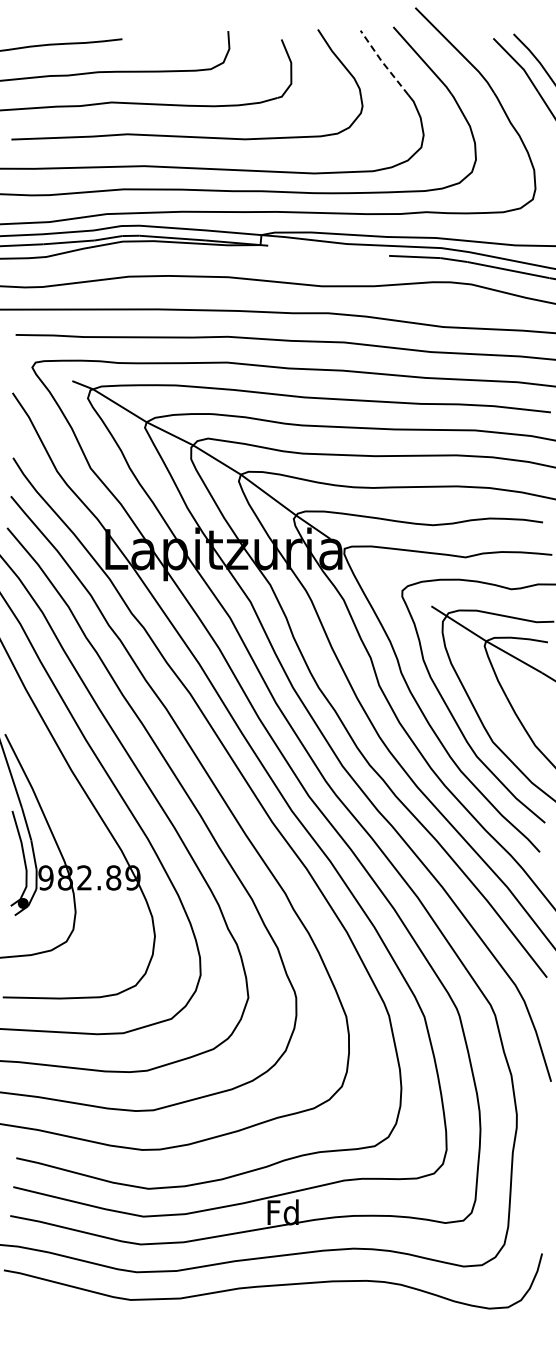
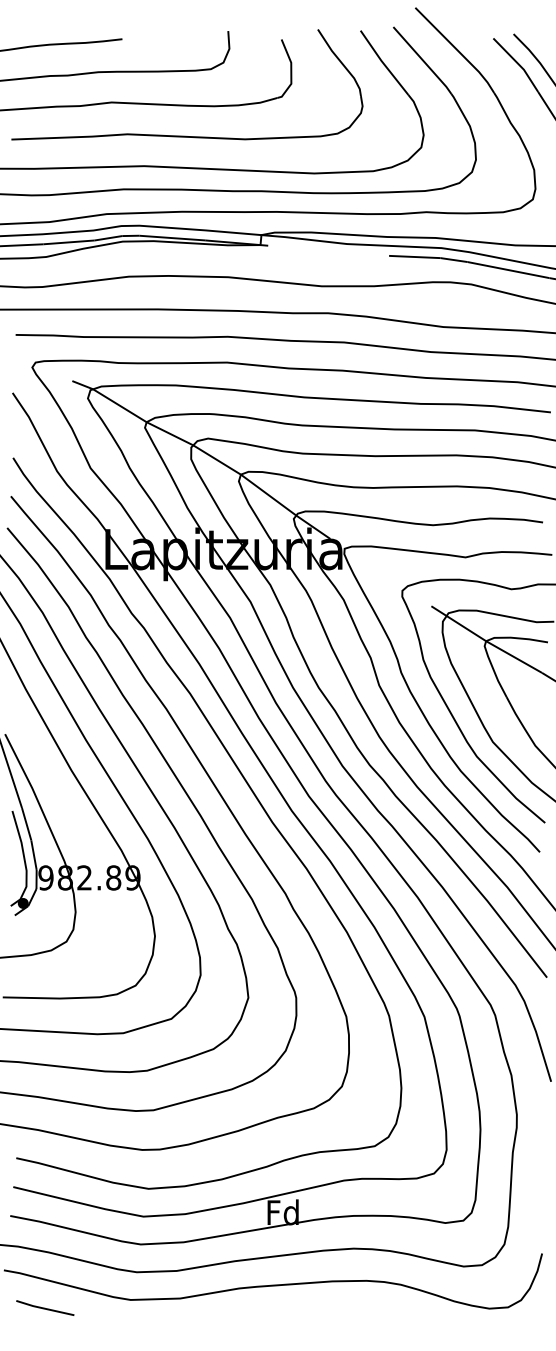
line at (383, 63): dashed -> solid
line at (45, 1307): none -> present
